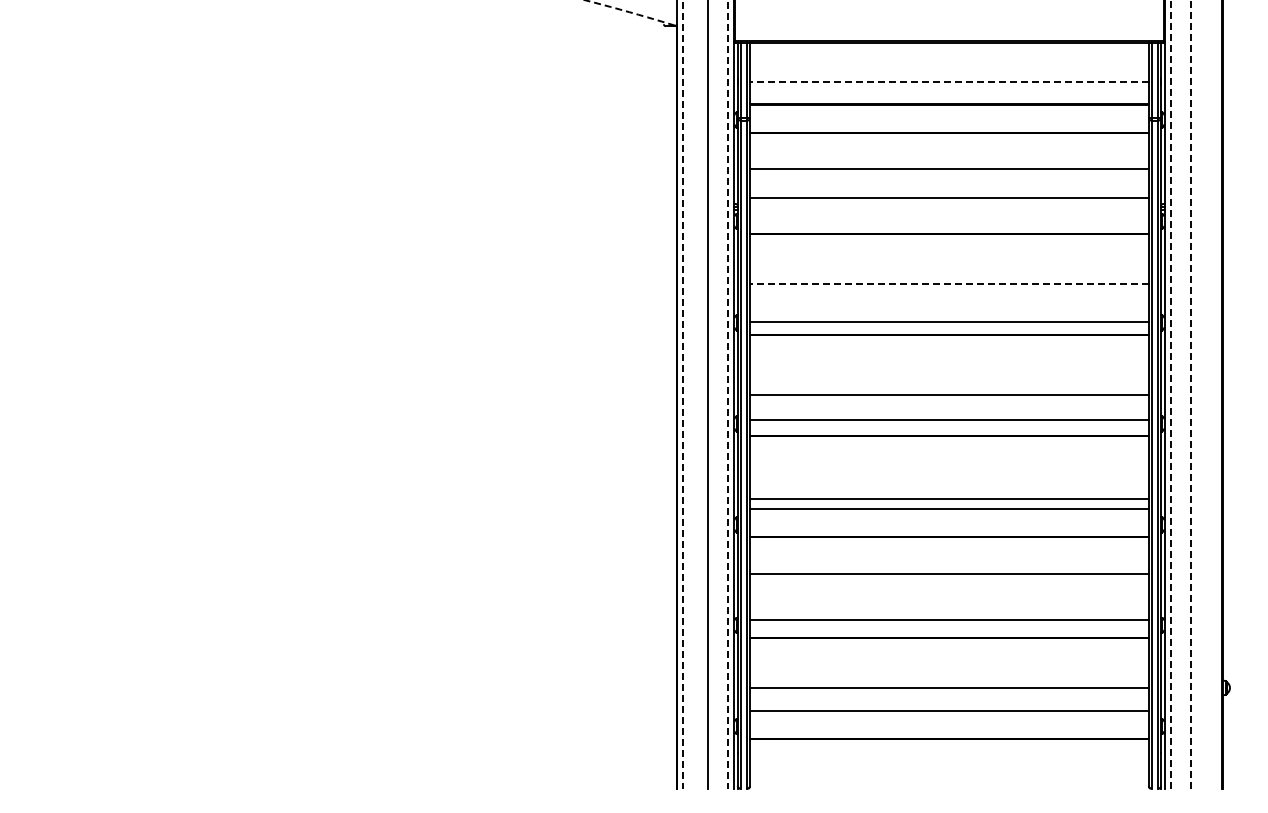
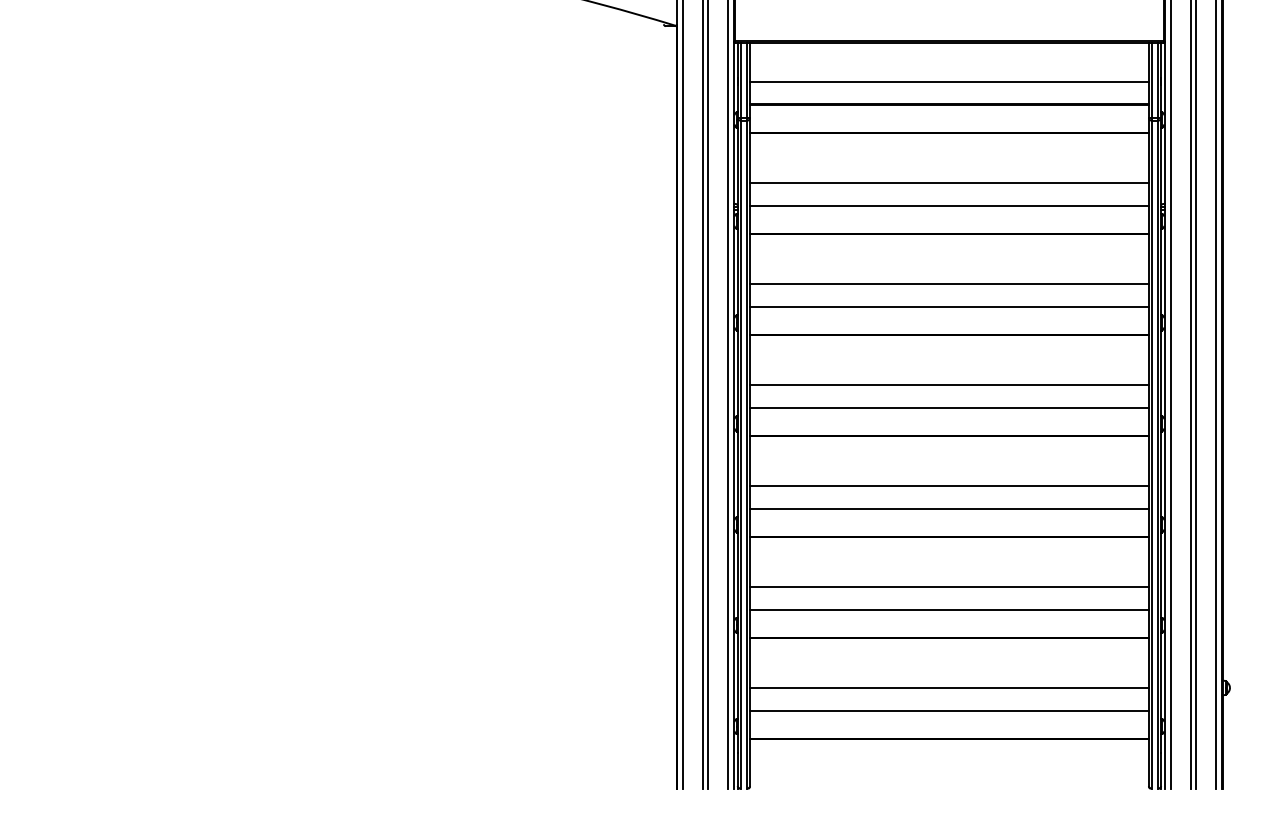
arc at (629, 12): dashed -> solid
line at (948, 81): dashed -> solid
line at (949, 168) position: (949, 168) -> (949, 182)
line at (949, 197) position: (949, 197) -> (949, 205)
line at (948, 283): dashed -> solid
line at (949, 321) position: (949, 321) -> (949, 306)
line at (682, 394): dashed -> solid
line at (727, 394): dashed -> solid
line at (949, 394) position: (949, 394) -> (949, 384)
line at (1171, 394): dashed -> solid
line at (1190, 394): dashed -> solid
line at (702, 395): none -> present
line at (1196, 395): none -> present
line at (1216, 395): none -> present
line at (949, 419) position: (949, 419) -> (949, 407)
line at (949, 498) position: (949, 498) -> (949, 485)
line at (949, 573) position: (949, 573) -> (949, 586)
line at (949, 619) position: (949, 619) -> (949, 609)
